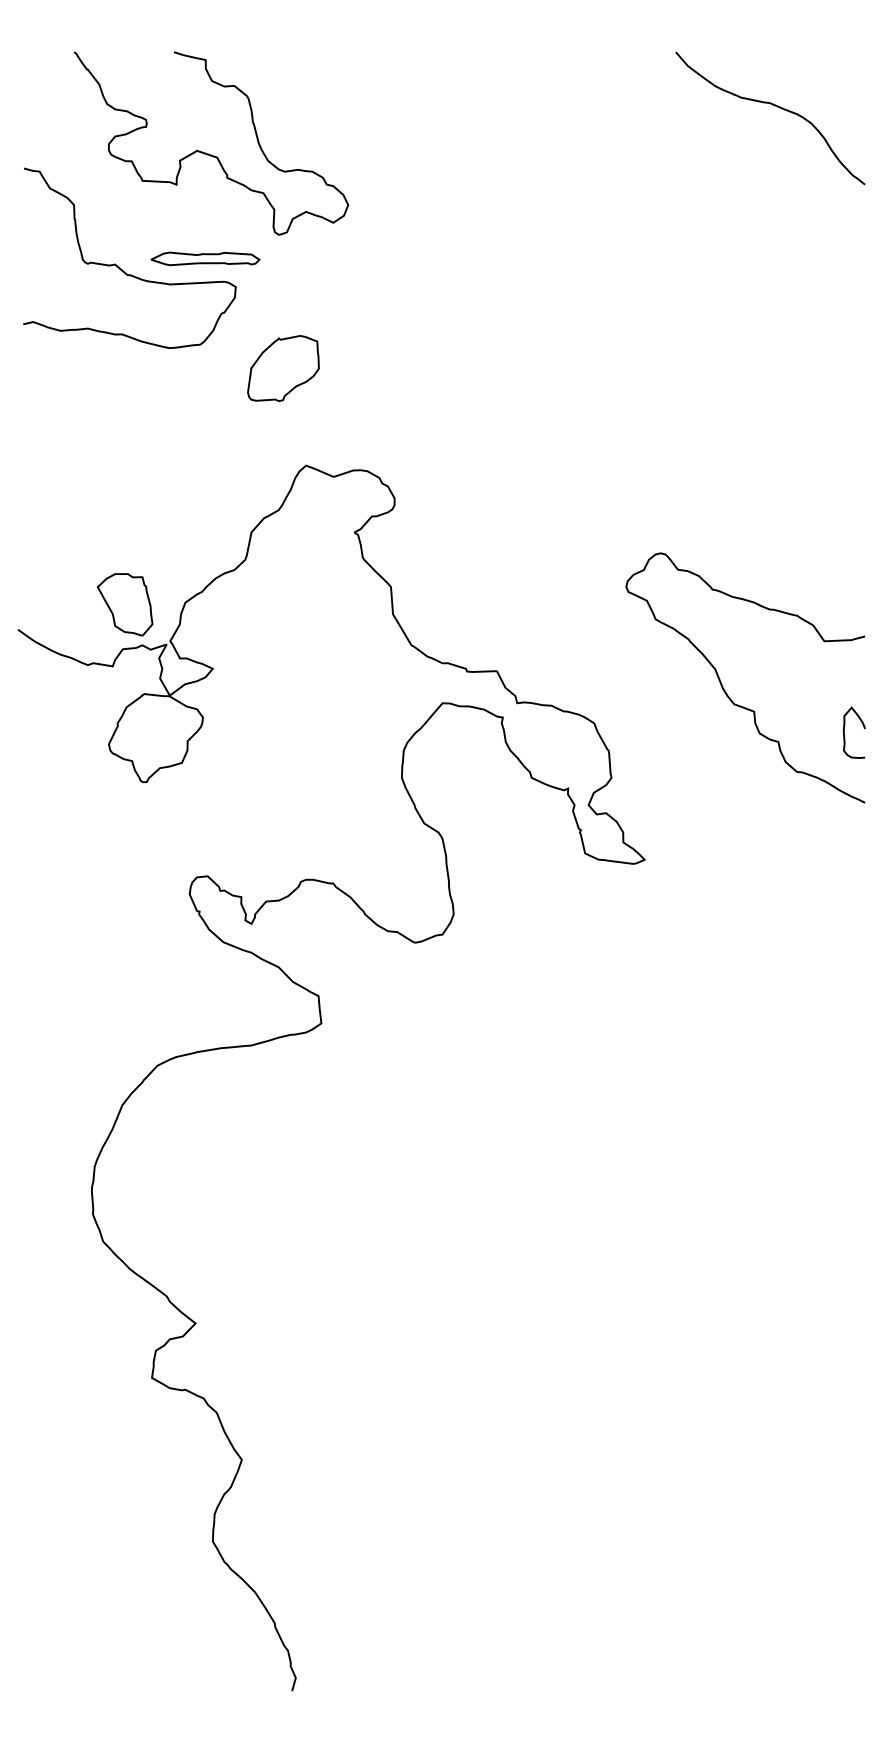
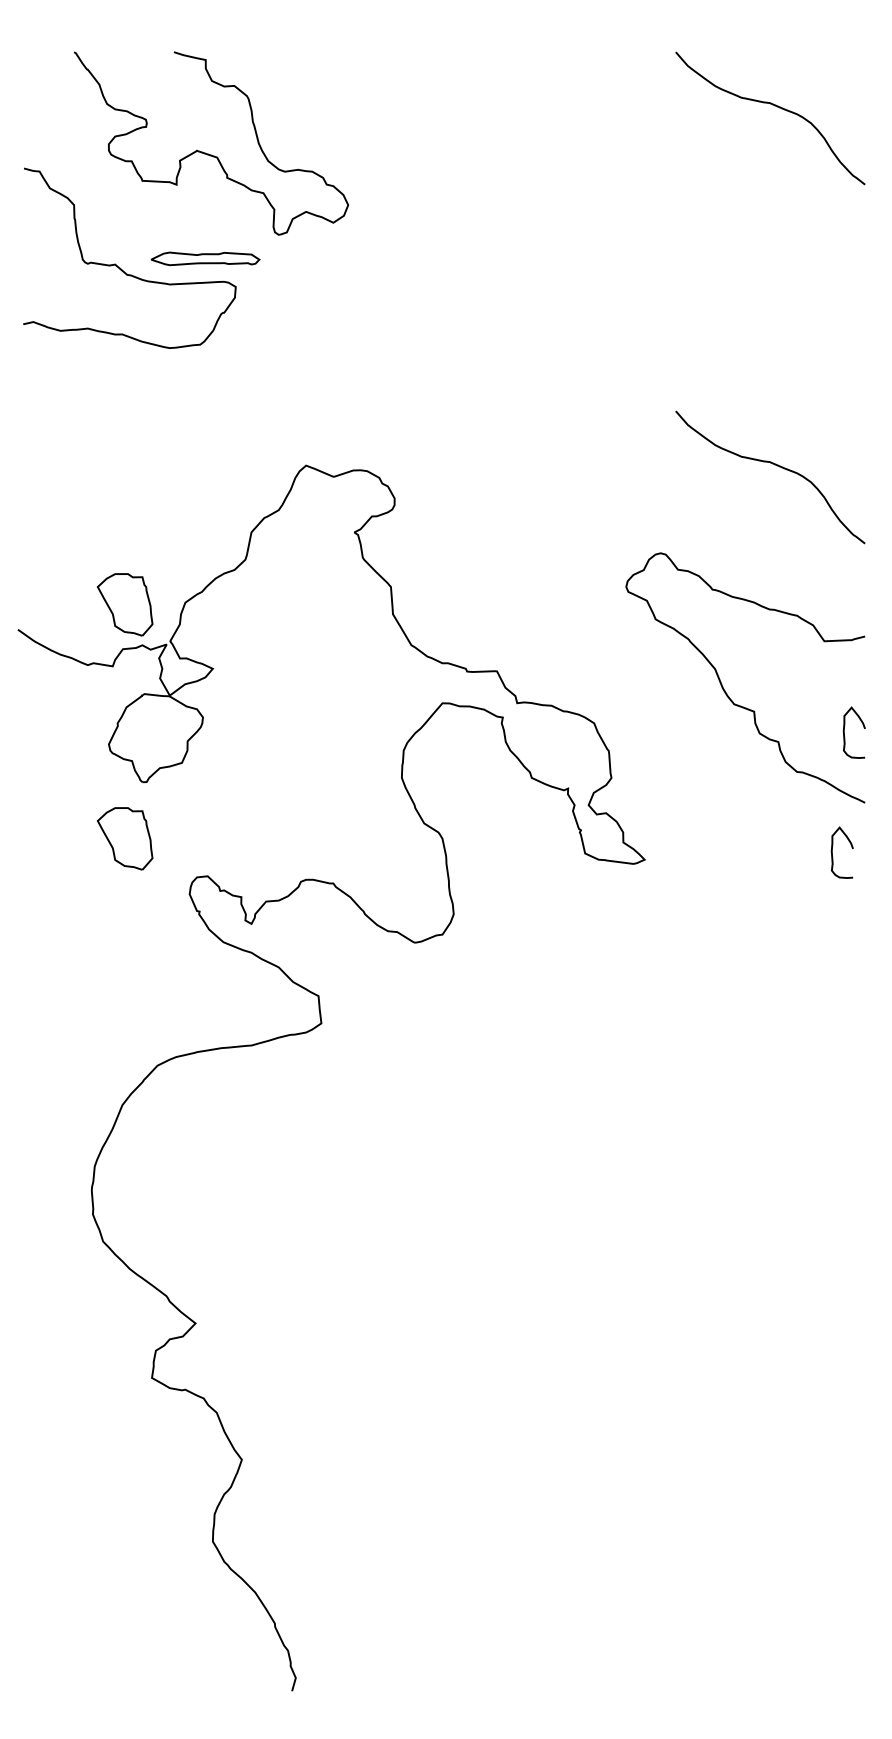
part at (283, 368): present -> none
curve at (774, 465): none -> present
part at (124, 838): none -> present
curve at (832, 852): none -> present
